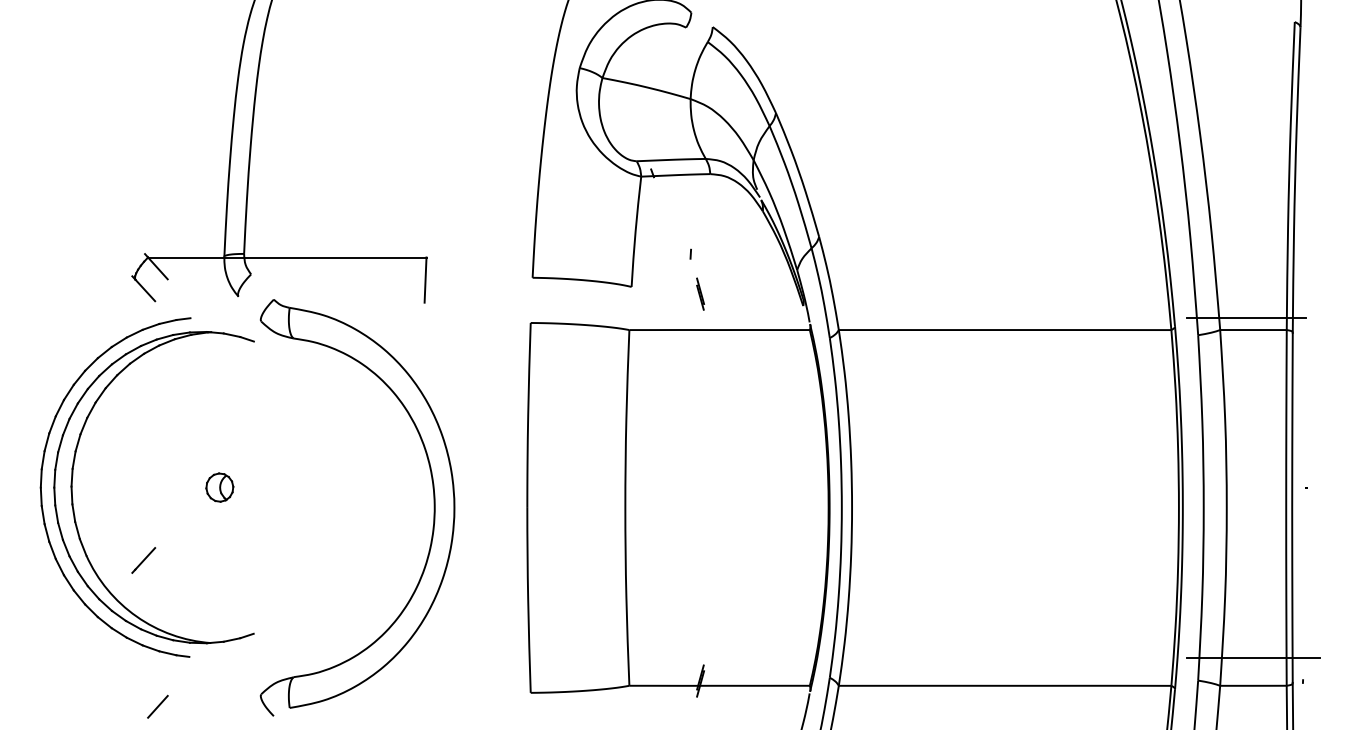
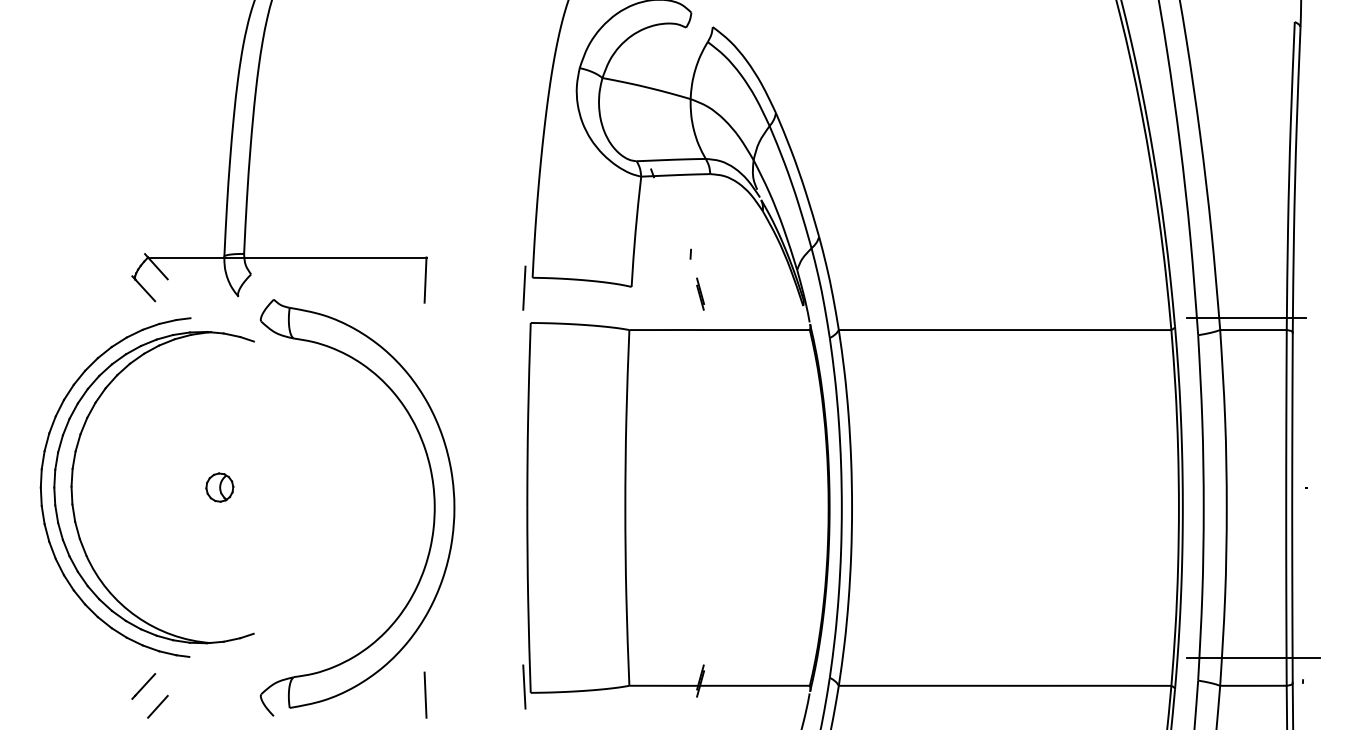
line at (524, 287): none -> present
line at (143, 560) position: (143, 560) -> (143, 686)
line at (524, 686): none -> present
line at (425, 694): none -> present
